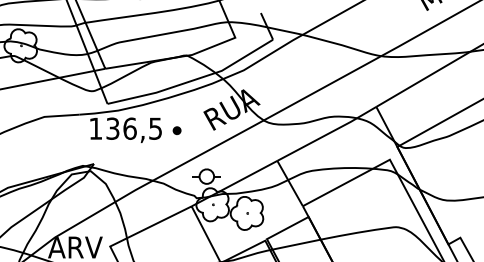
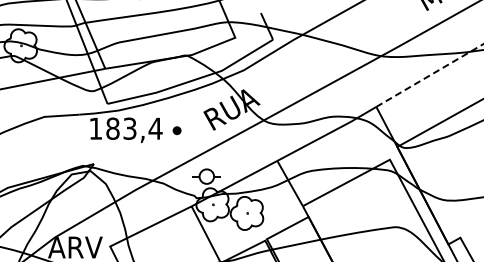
line at (429, 75): solid -> dashed
text at (134, 128): 136,5 -> 183,4
